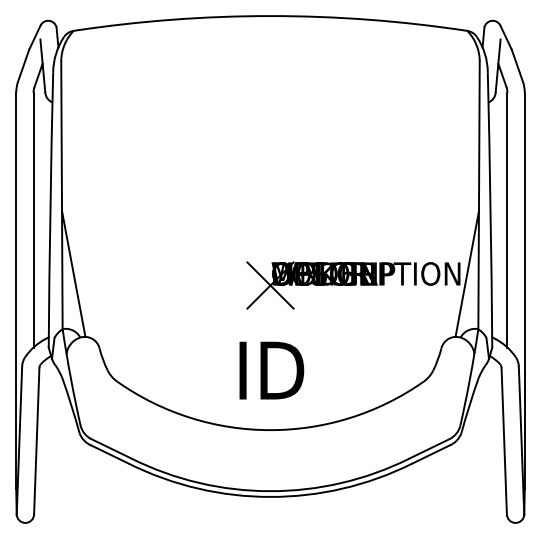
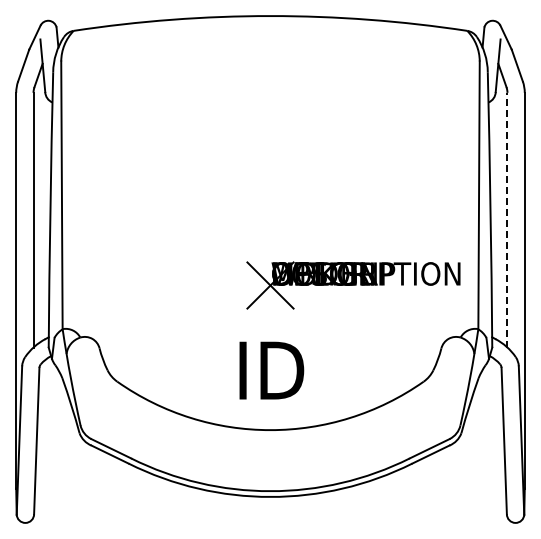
line at (507, 219): solid -> dashed
line at (73, 273): present -> none
line at (466, 273): present -> none
